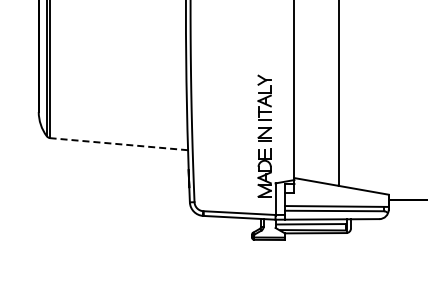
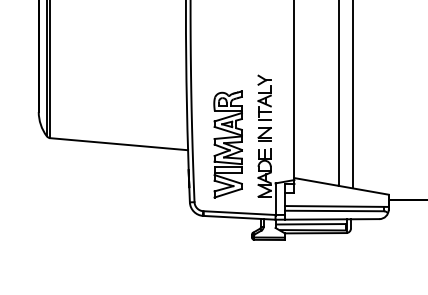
line at (352, 95): none -> present
line at (118, 144): dashed -> solid
part at (227, 144): none -> present
